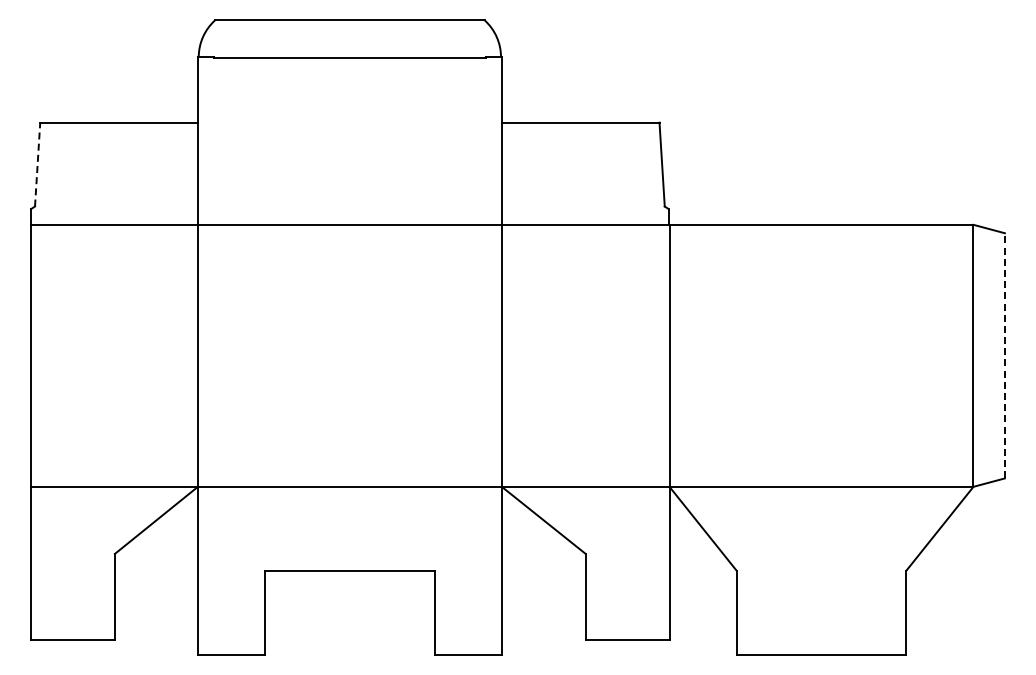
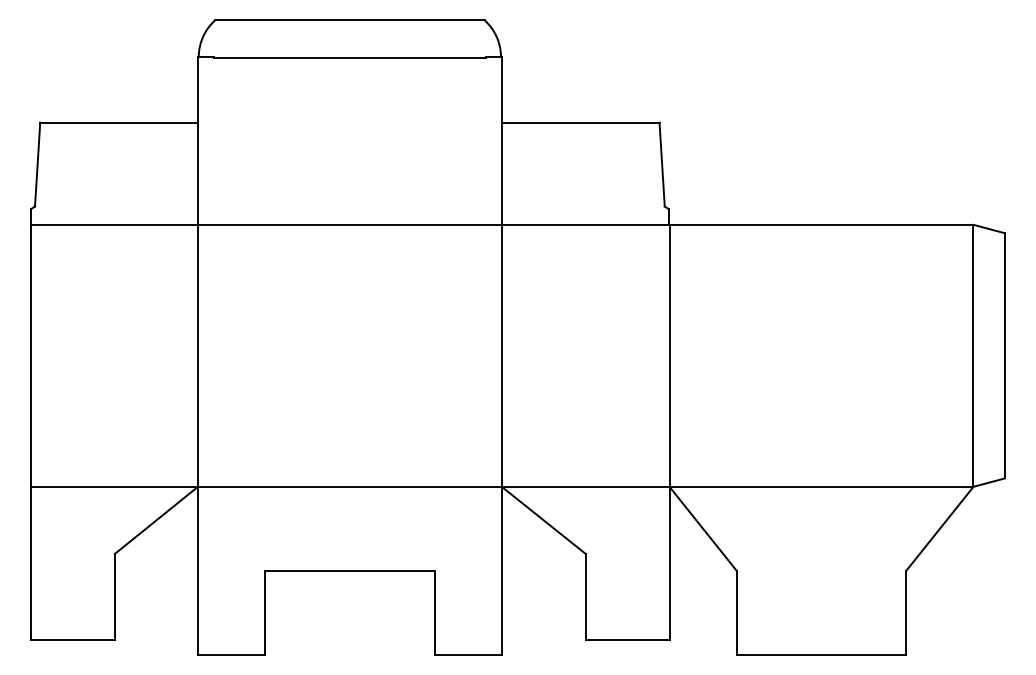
line at (37, 164): dashed -> solid
line at (1004, 355): dashed -> solid
